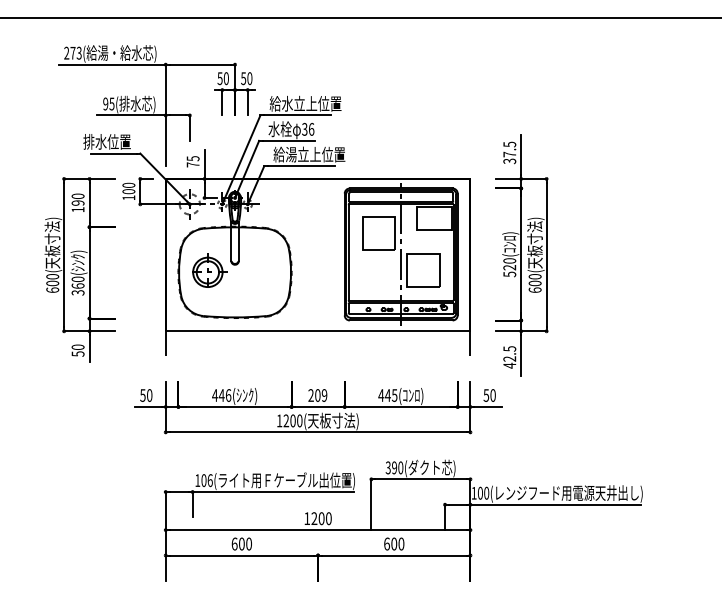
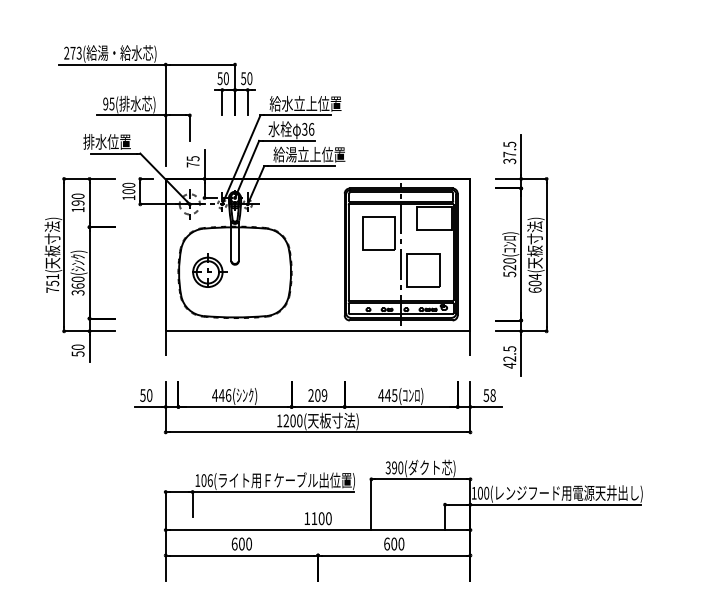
line at (360, 18): present -> none
text at (534, 276): 600( -> 604(
text at (52, 283): 600( -> 751(
text at (492, 395): 50 -> 58
text at (314, 518): 1200 -> 1100
